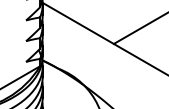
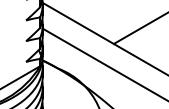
line at (103, 63): none -> present
